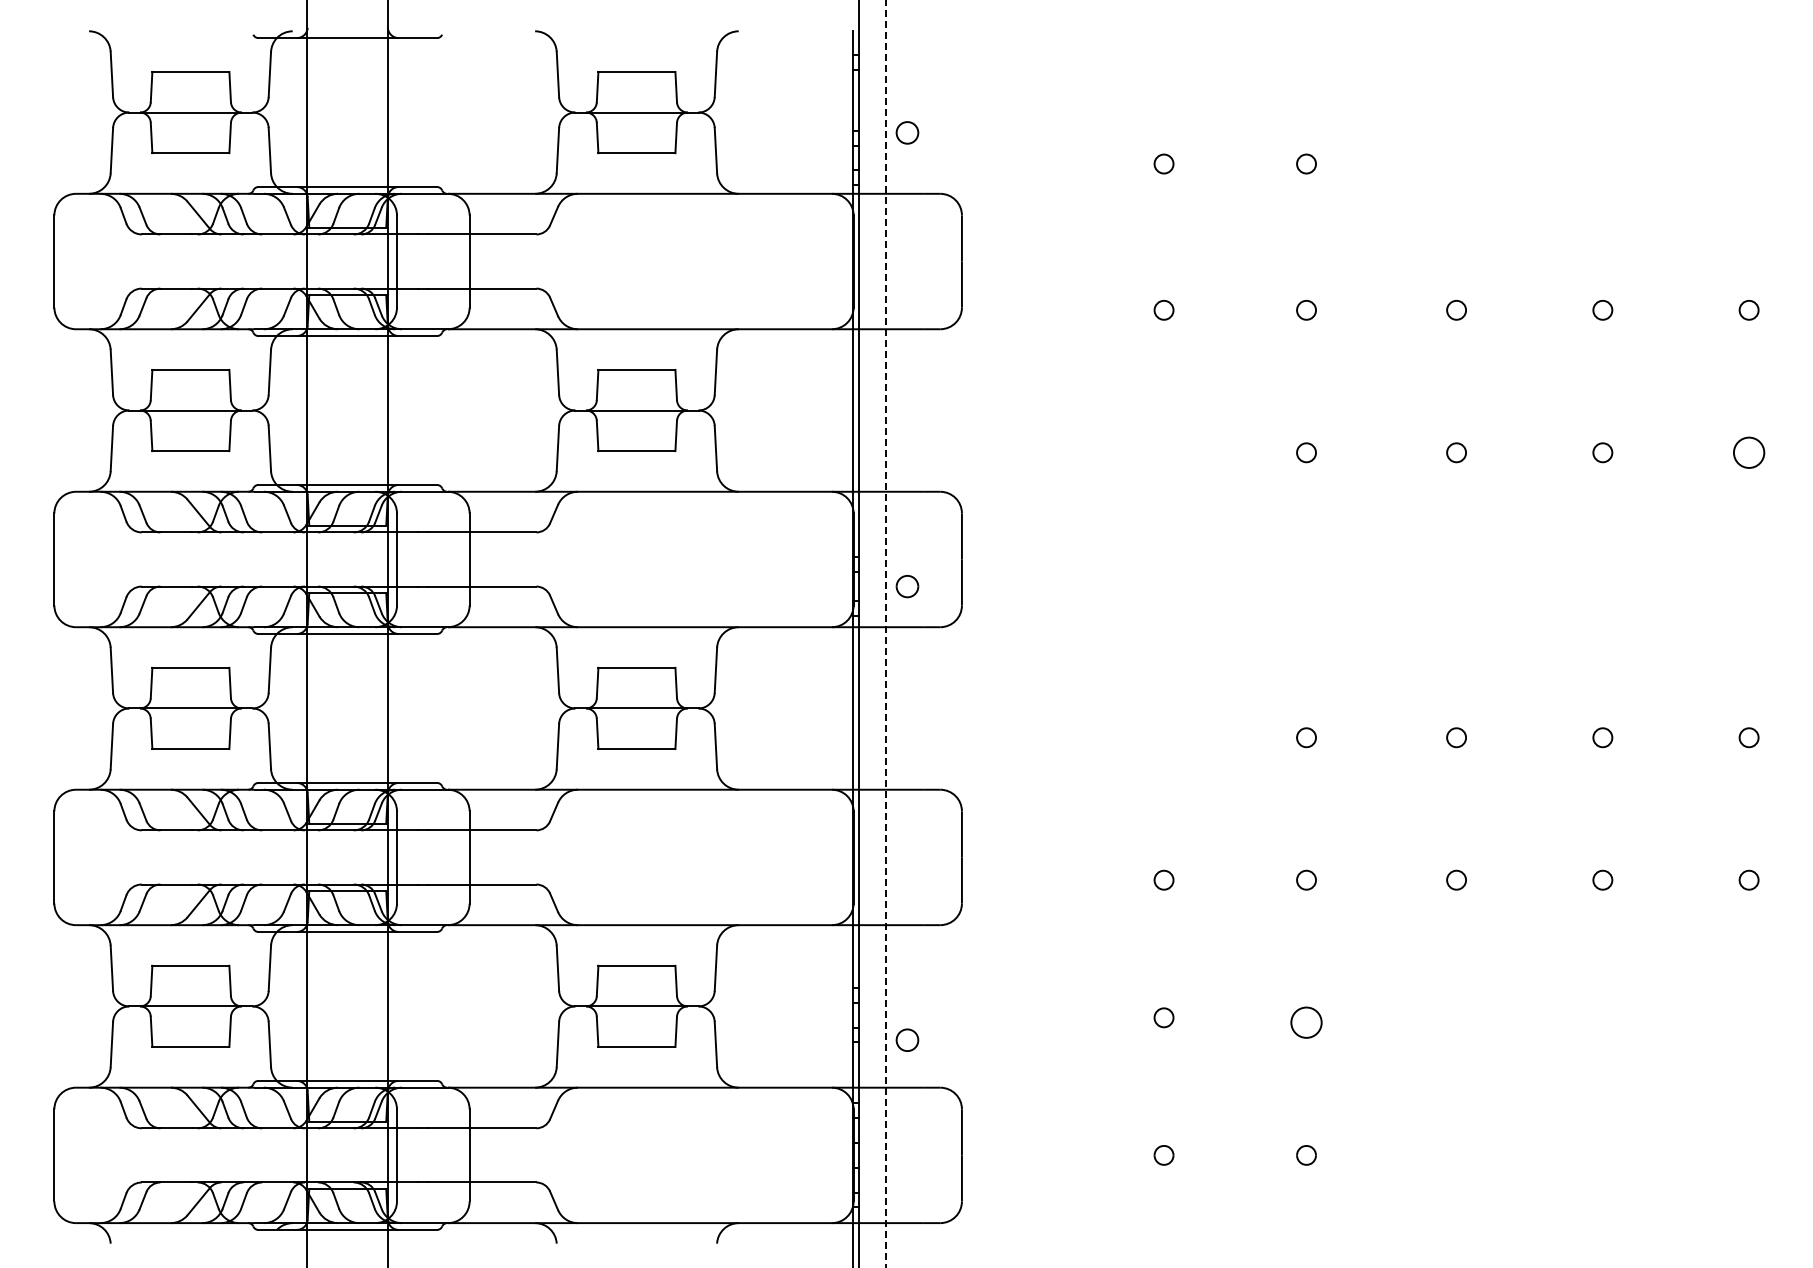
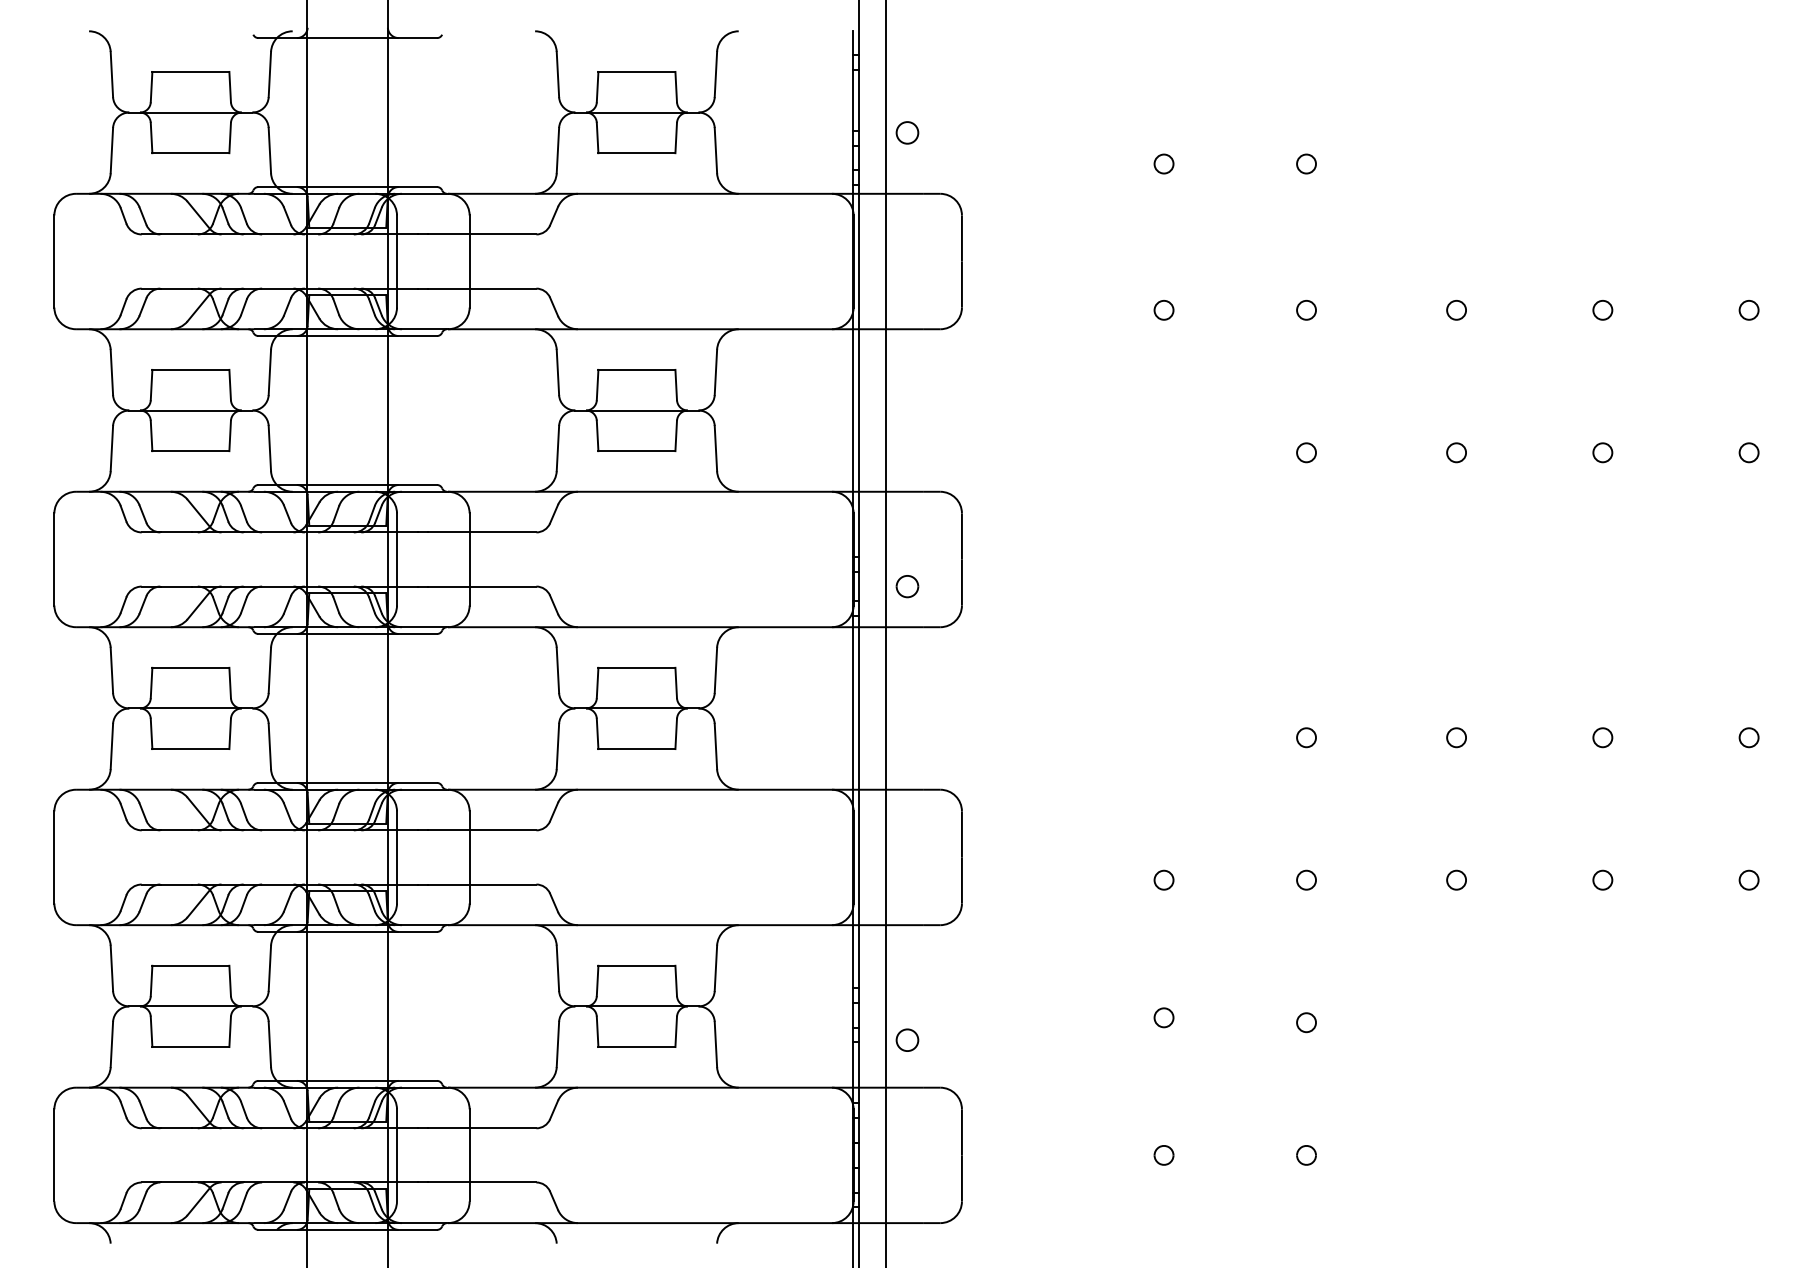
circle at (1748, 452) diameter: 30 px -> 19 px
line at (885, 634): dashed -> solid
circle at (1306, 1022) diameter: 30 px -> 19 px
